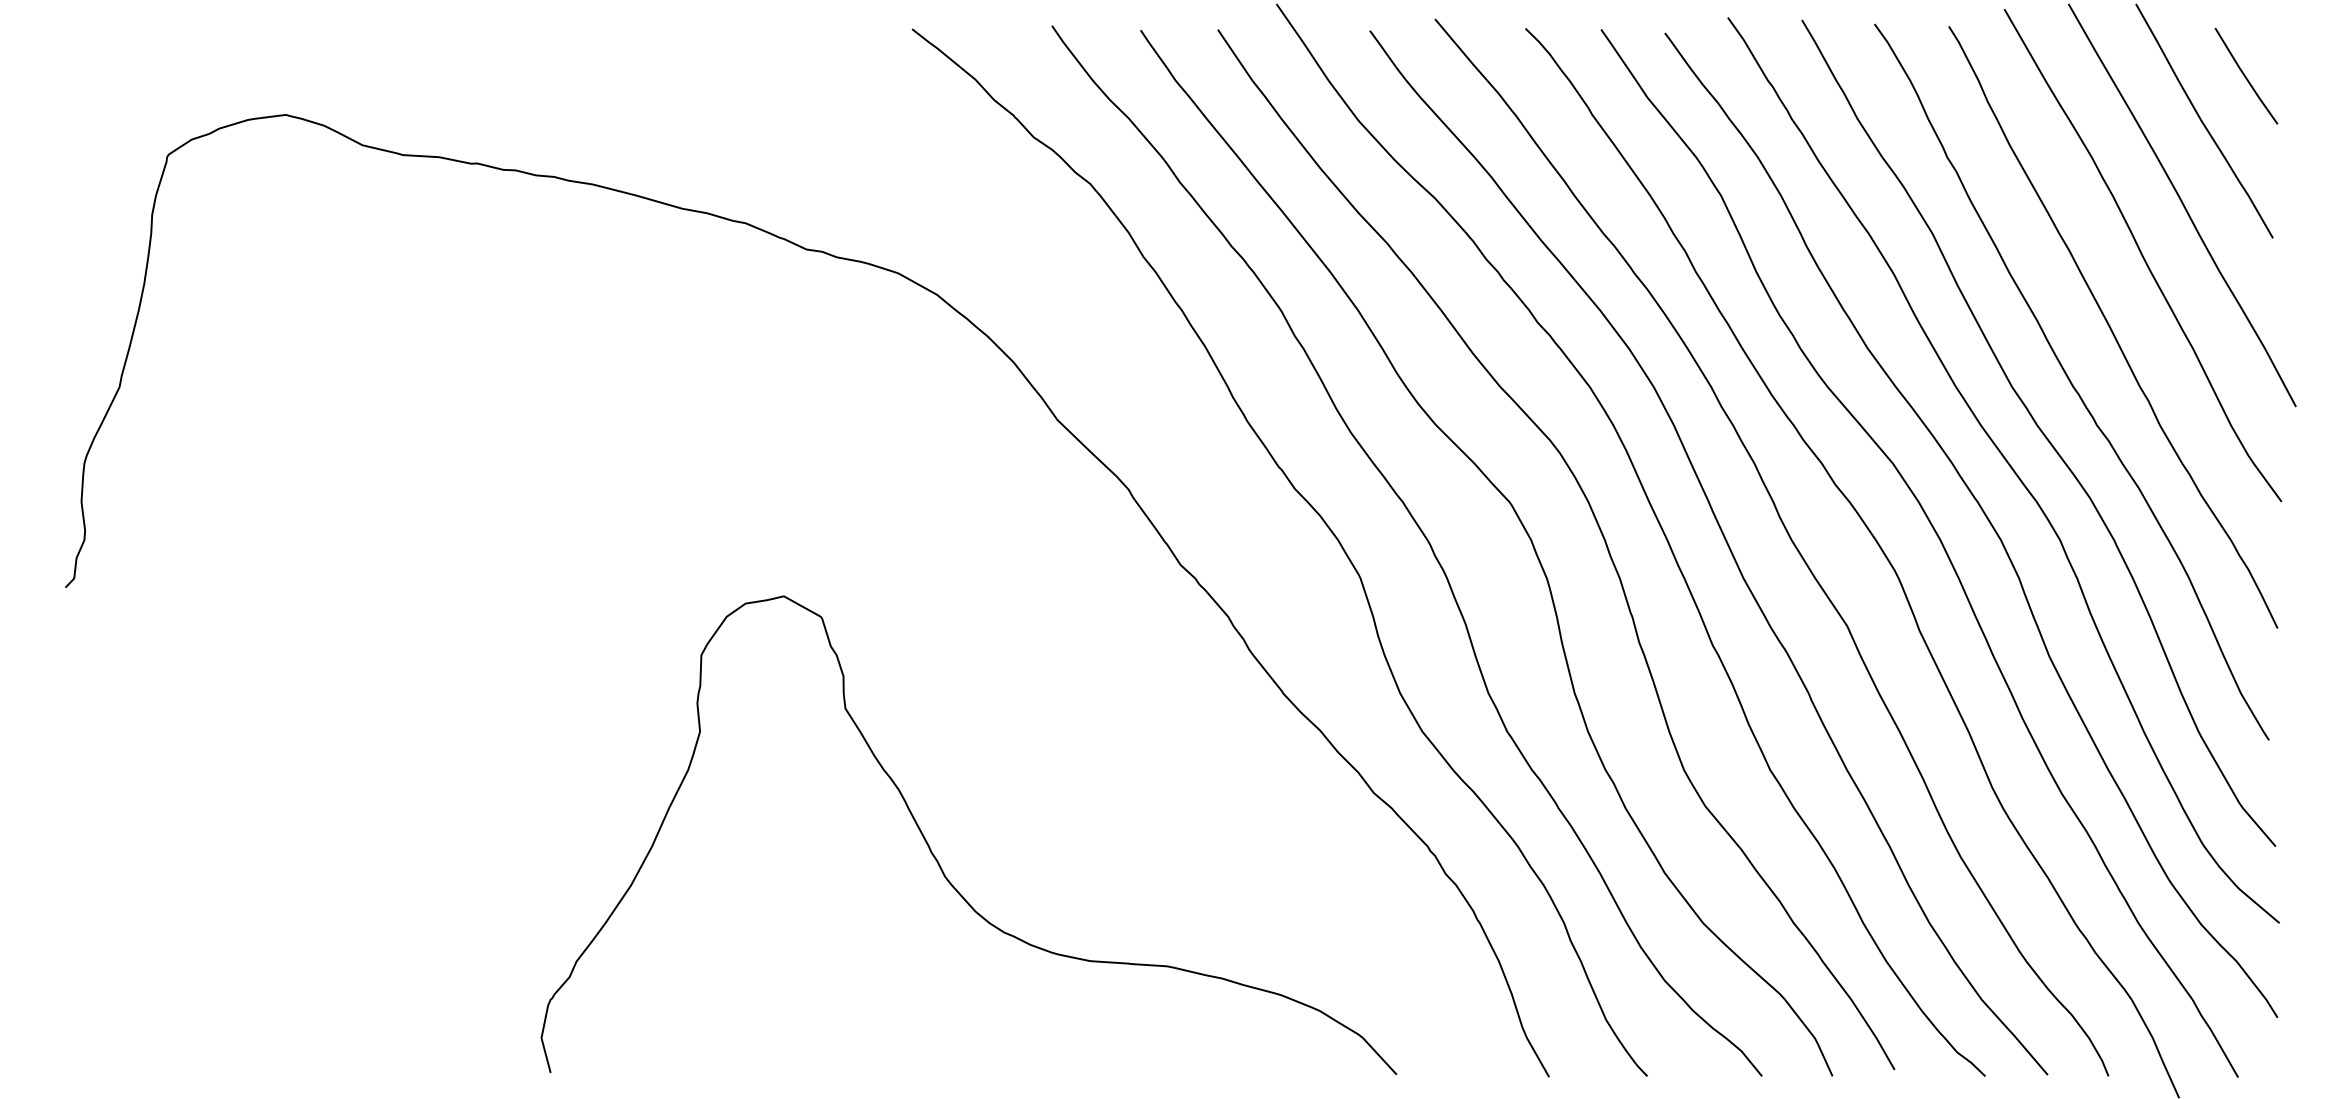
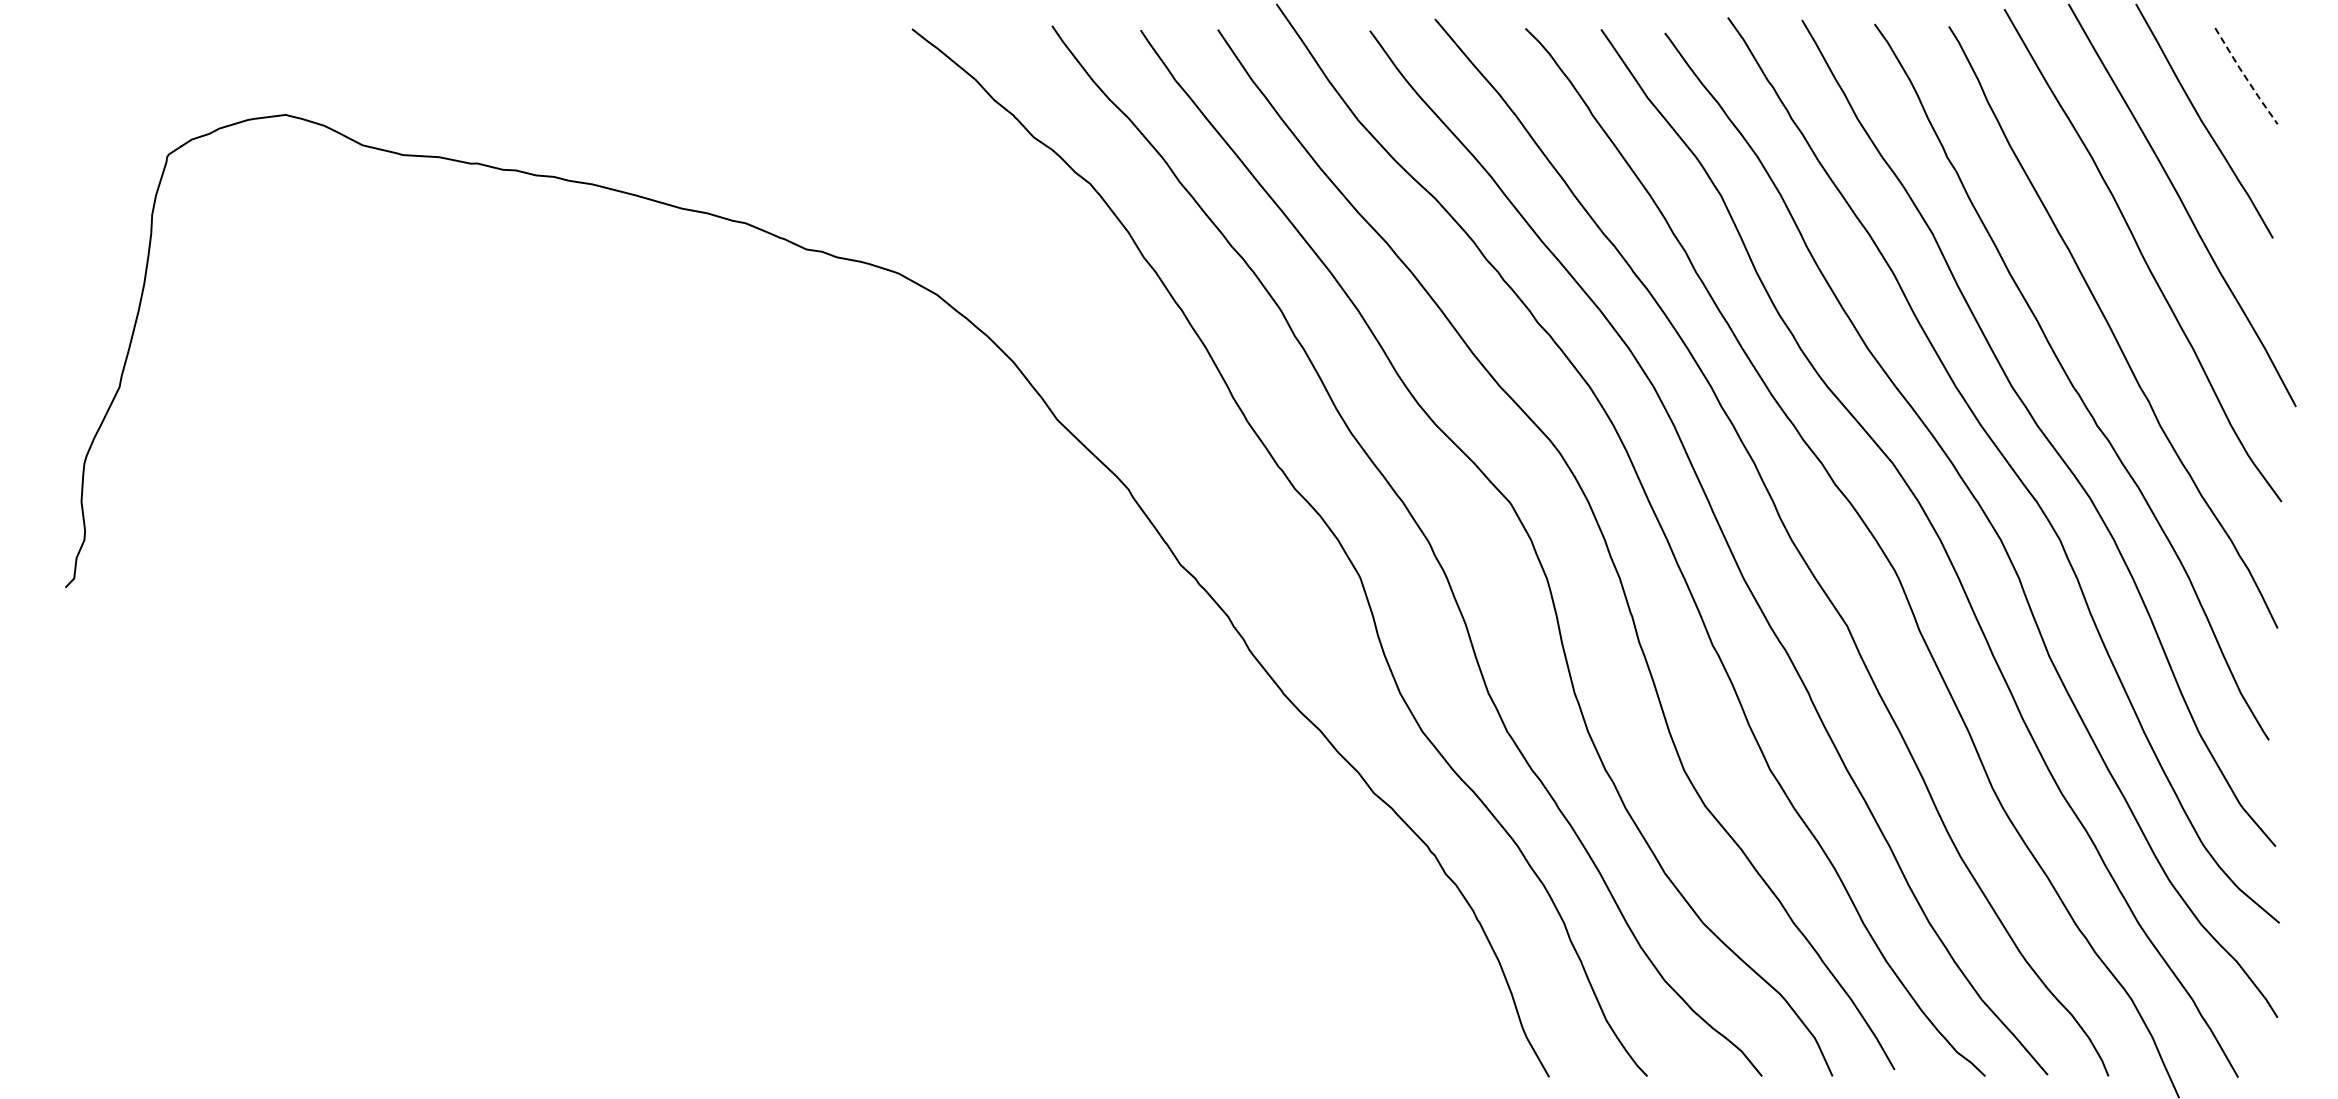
line at (2245, 76): solid -> dashed
curve at (935, 856): present -> none
